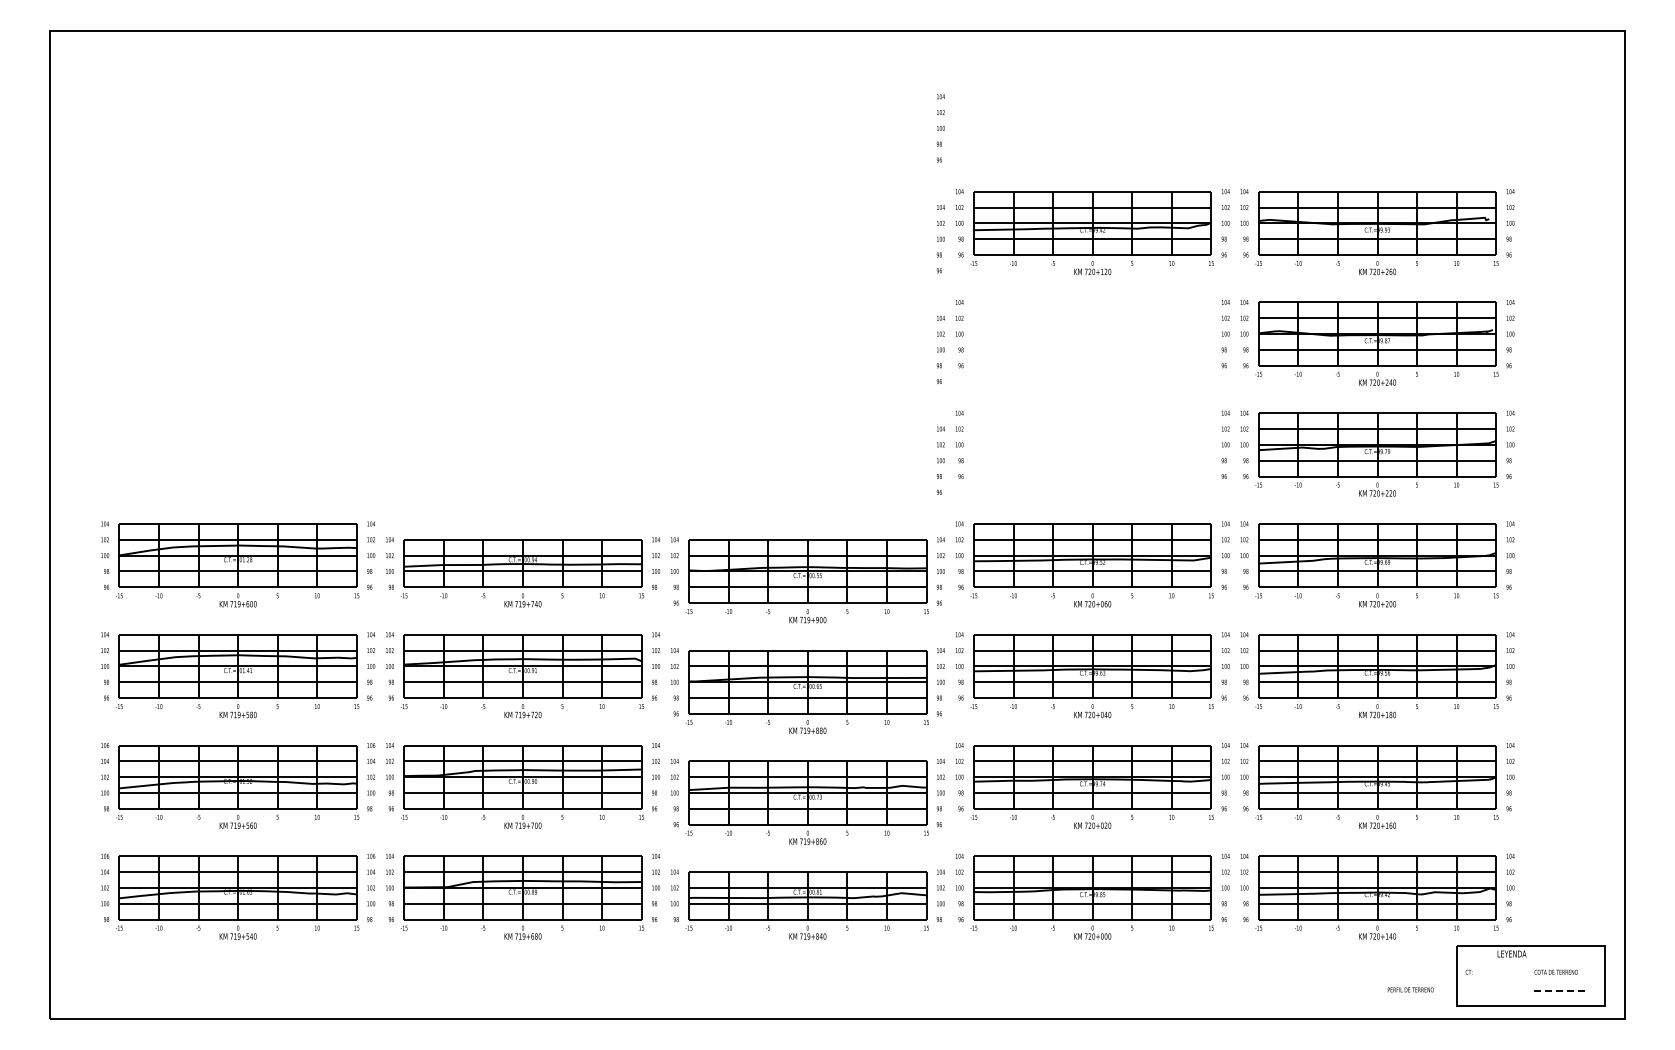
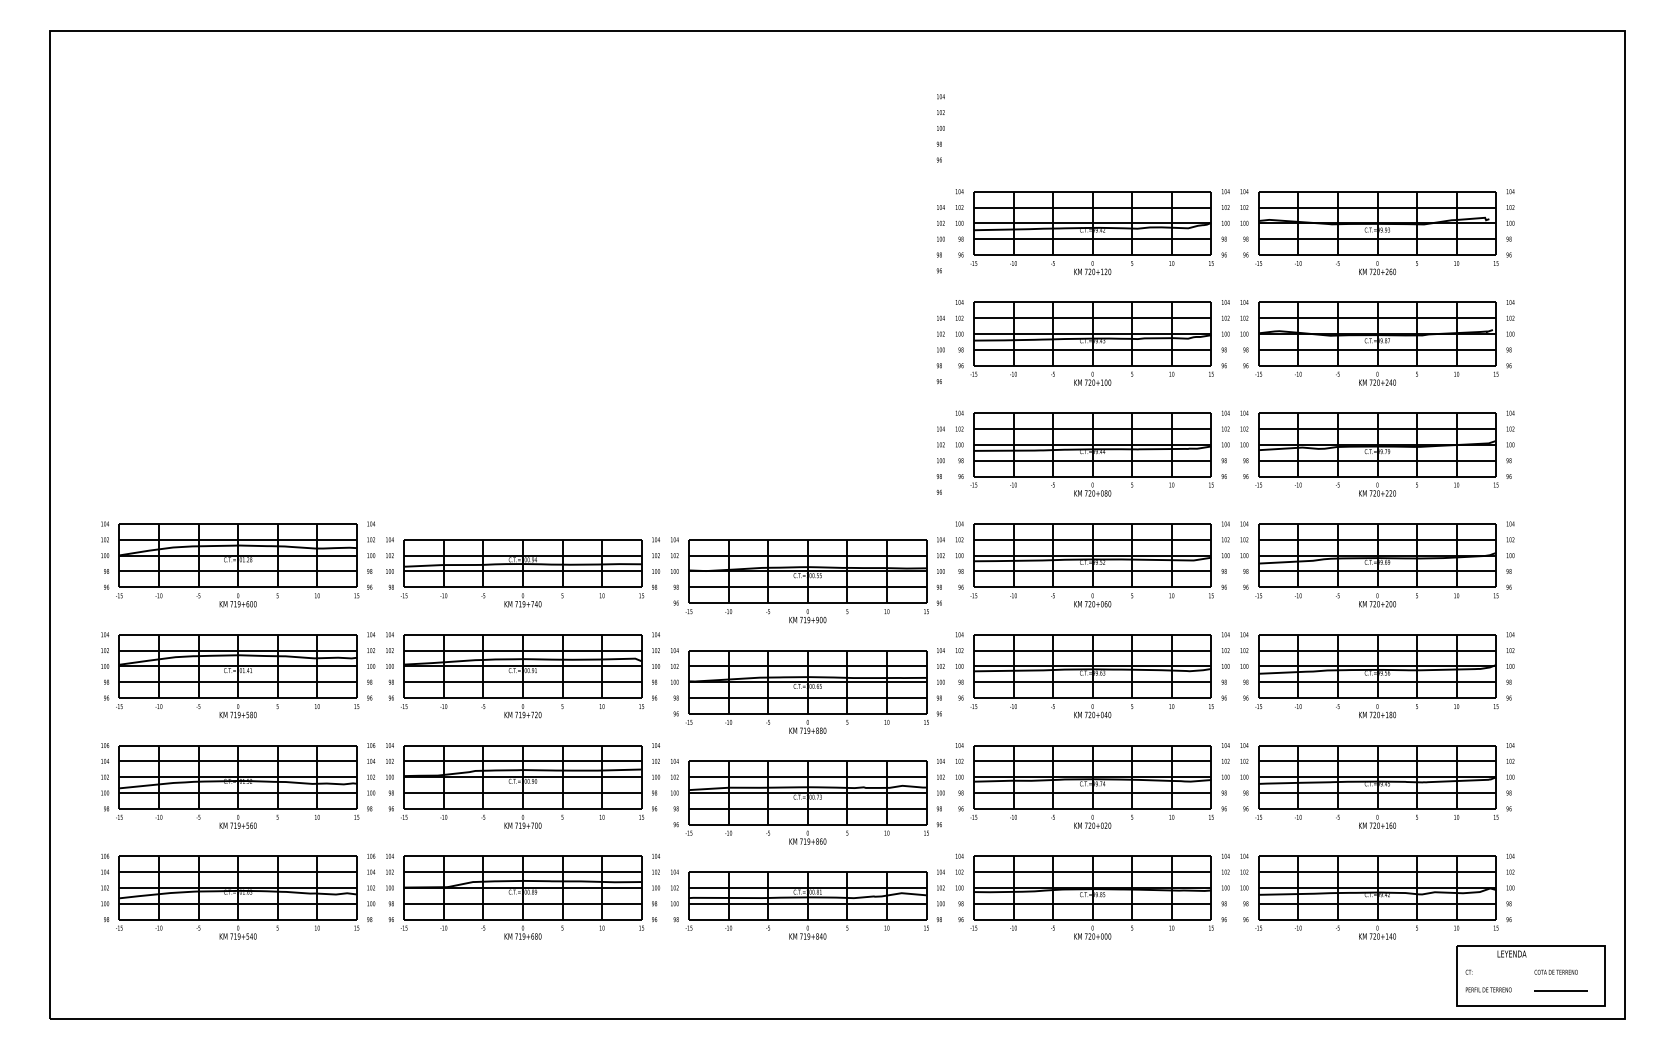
part at (1091, 343): none -> present
part at (1091, 454): none -> present
text at (1410, 989) position: (1410, 989) -> (1488, 989)
line at (1560, 991): dashed -> solid
